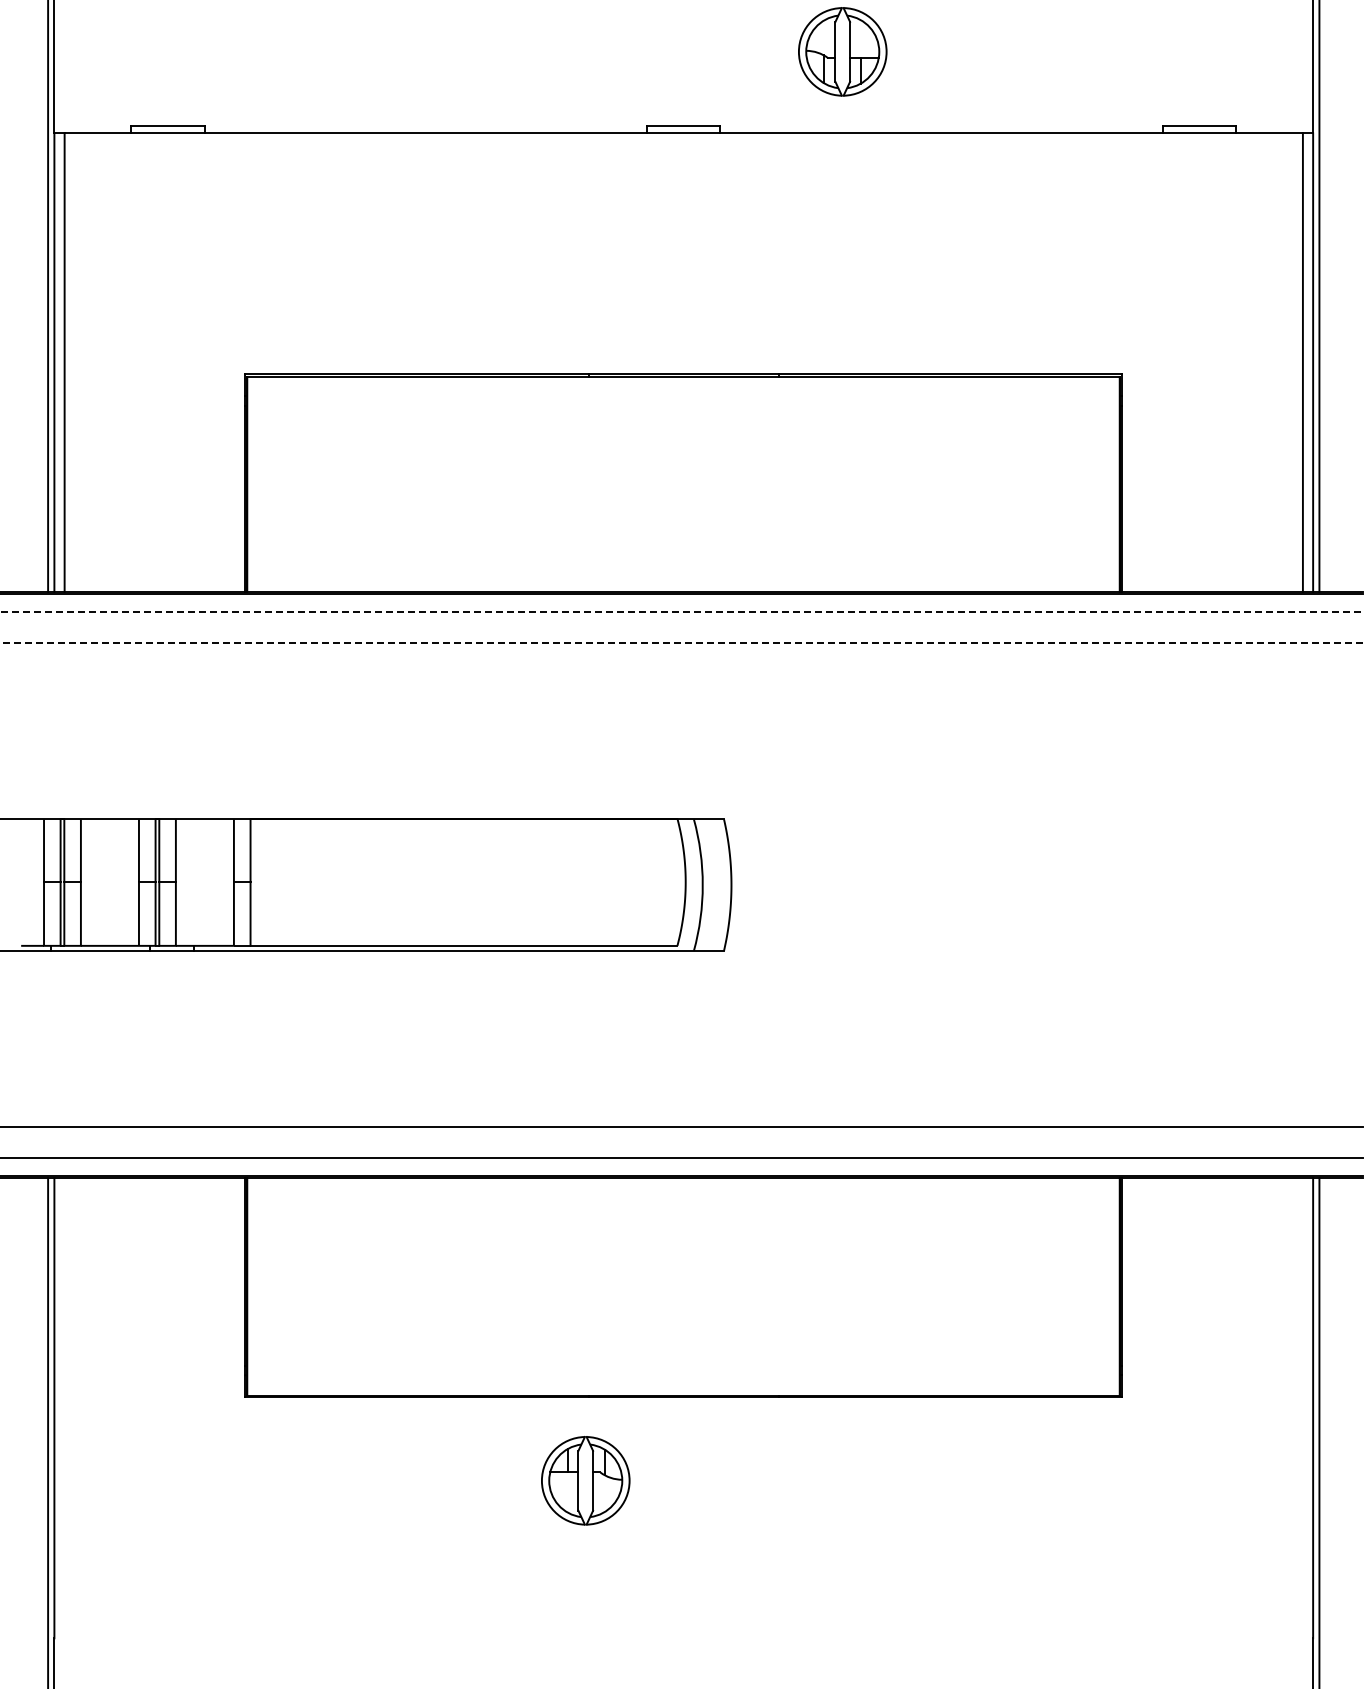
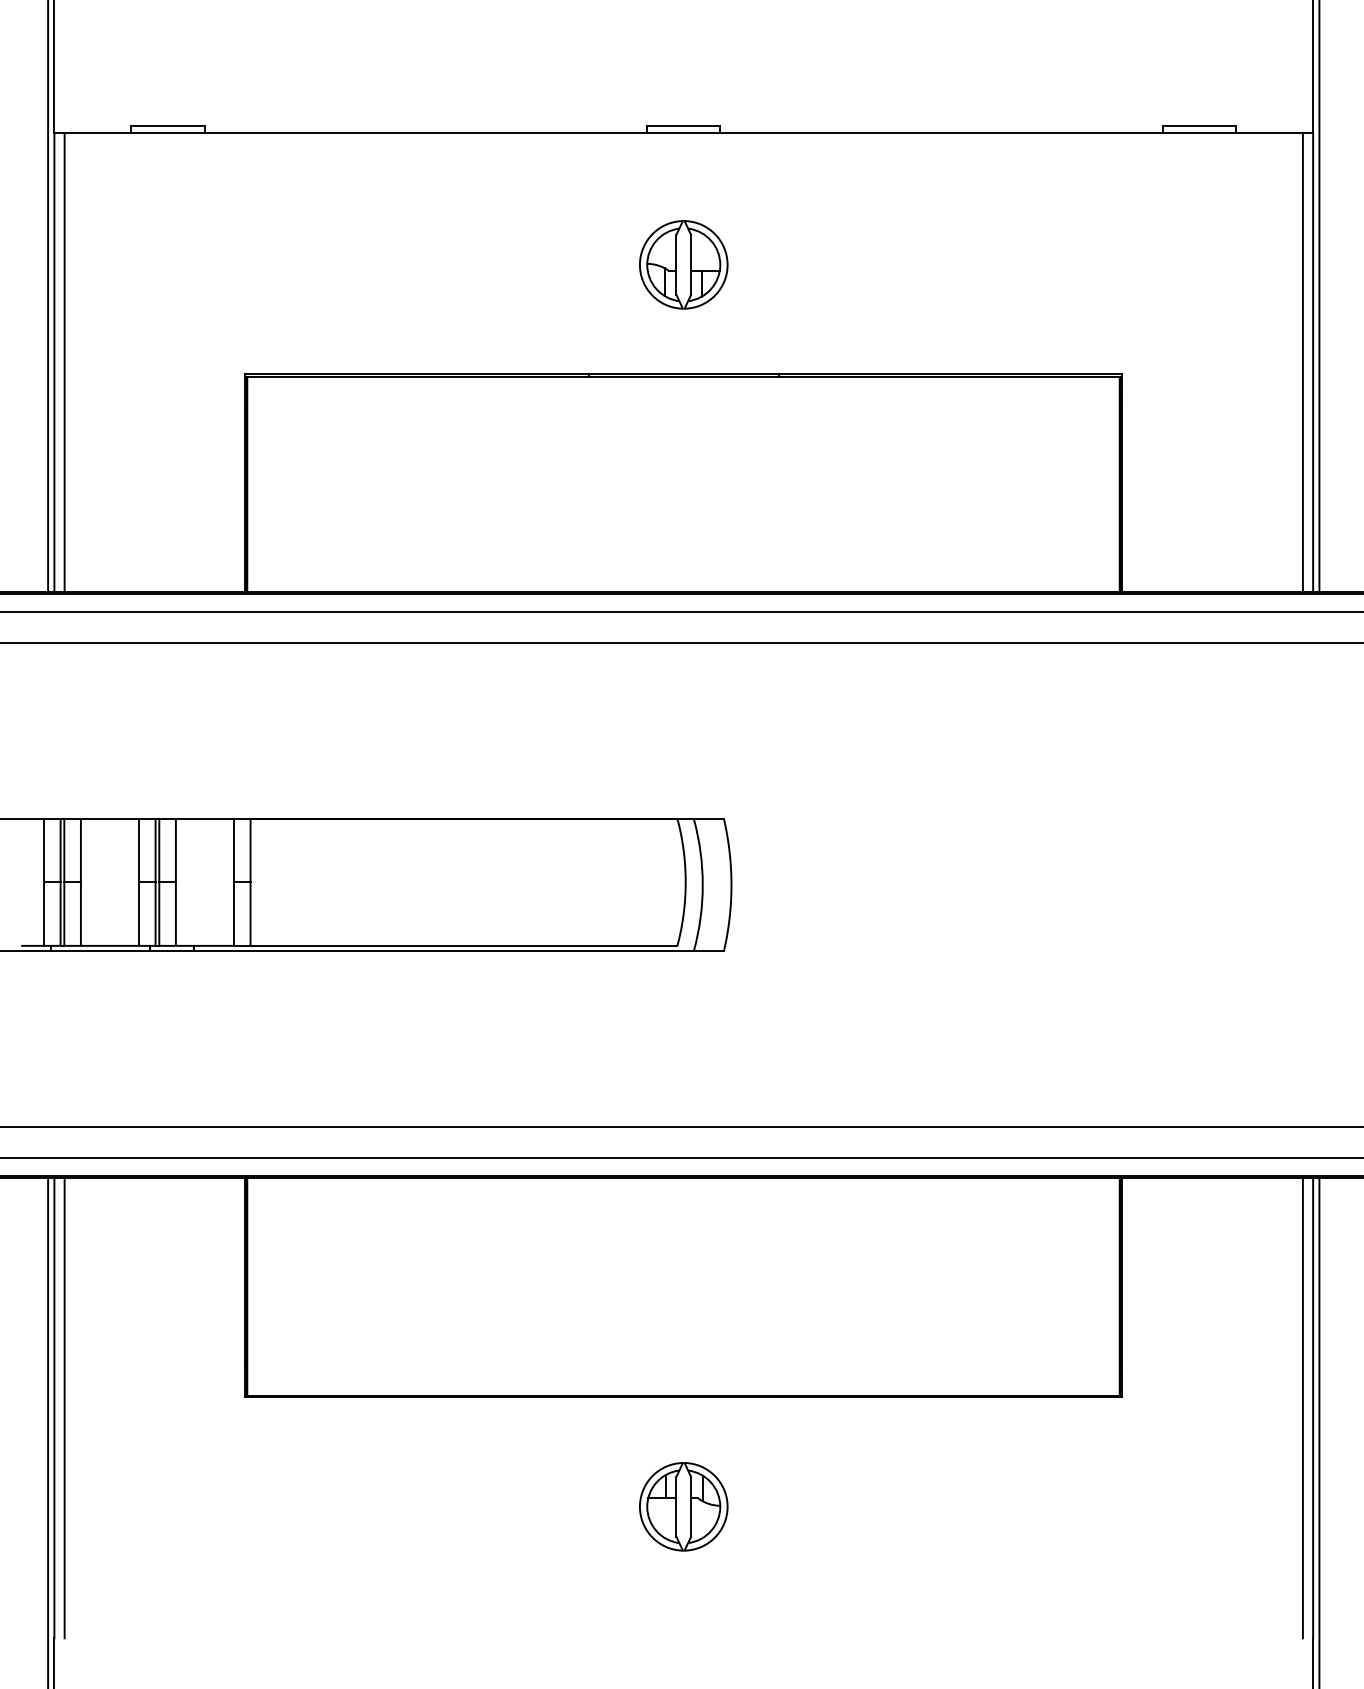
part at (842, 51) position: (842, 51) -> (683, 264)
line at (681, 612): dashed -> solid
line at (681, 643): dashed -> solid
line at (64, 1408): none -> present
line at (1302, 1408): none -> present
part at (585, 1480) position: (585, 1480) -> (683, 1506)
